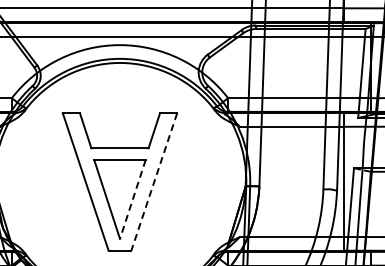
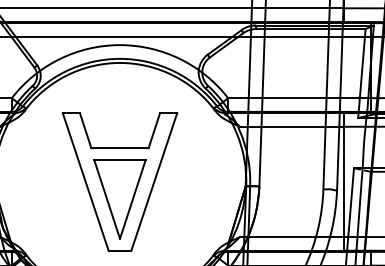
line at (154, 182): dashed -> solid
line at (132, 199): dashed -> solid
